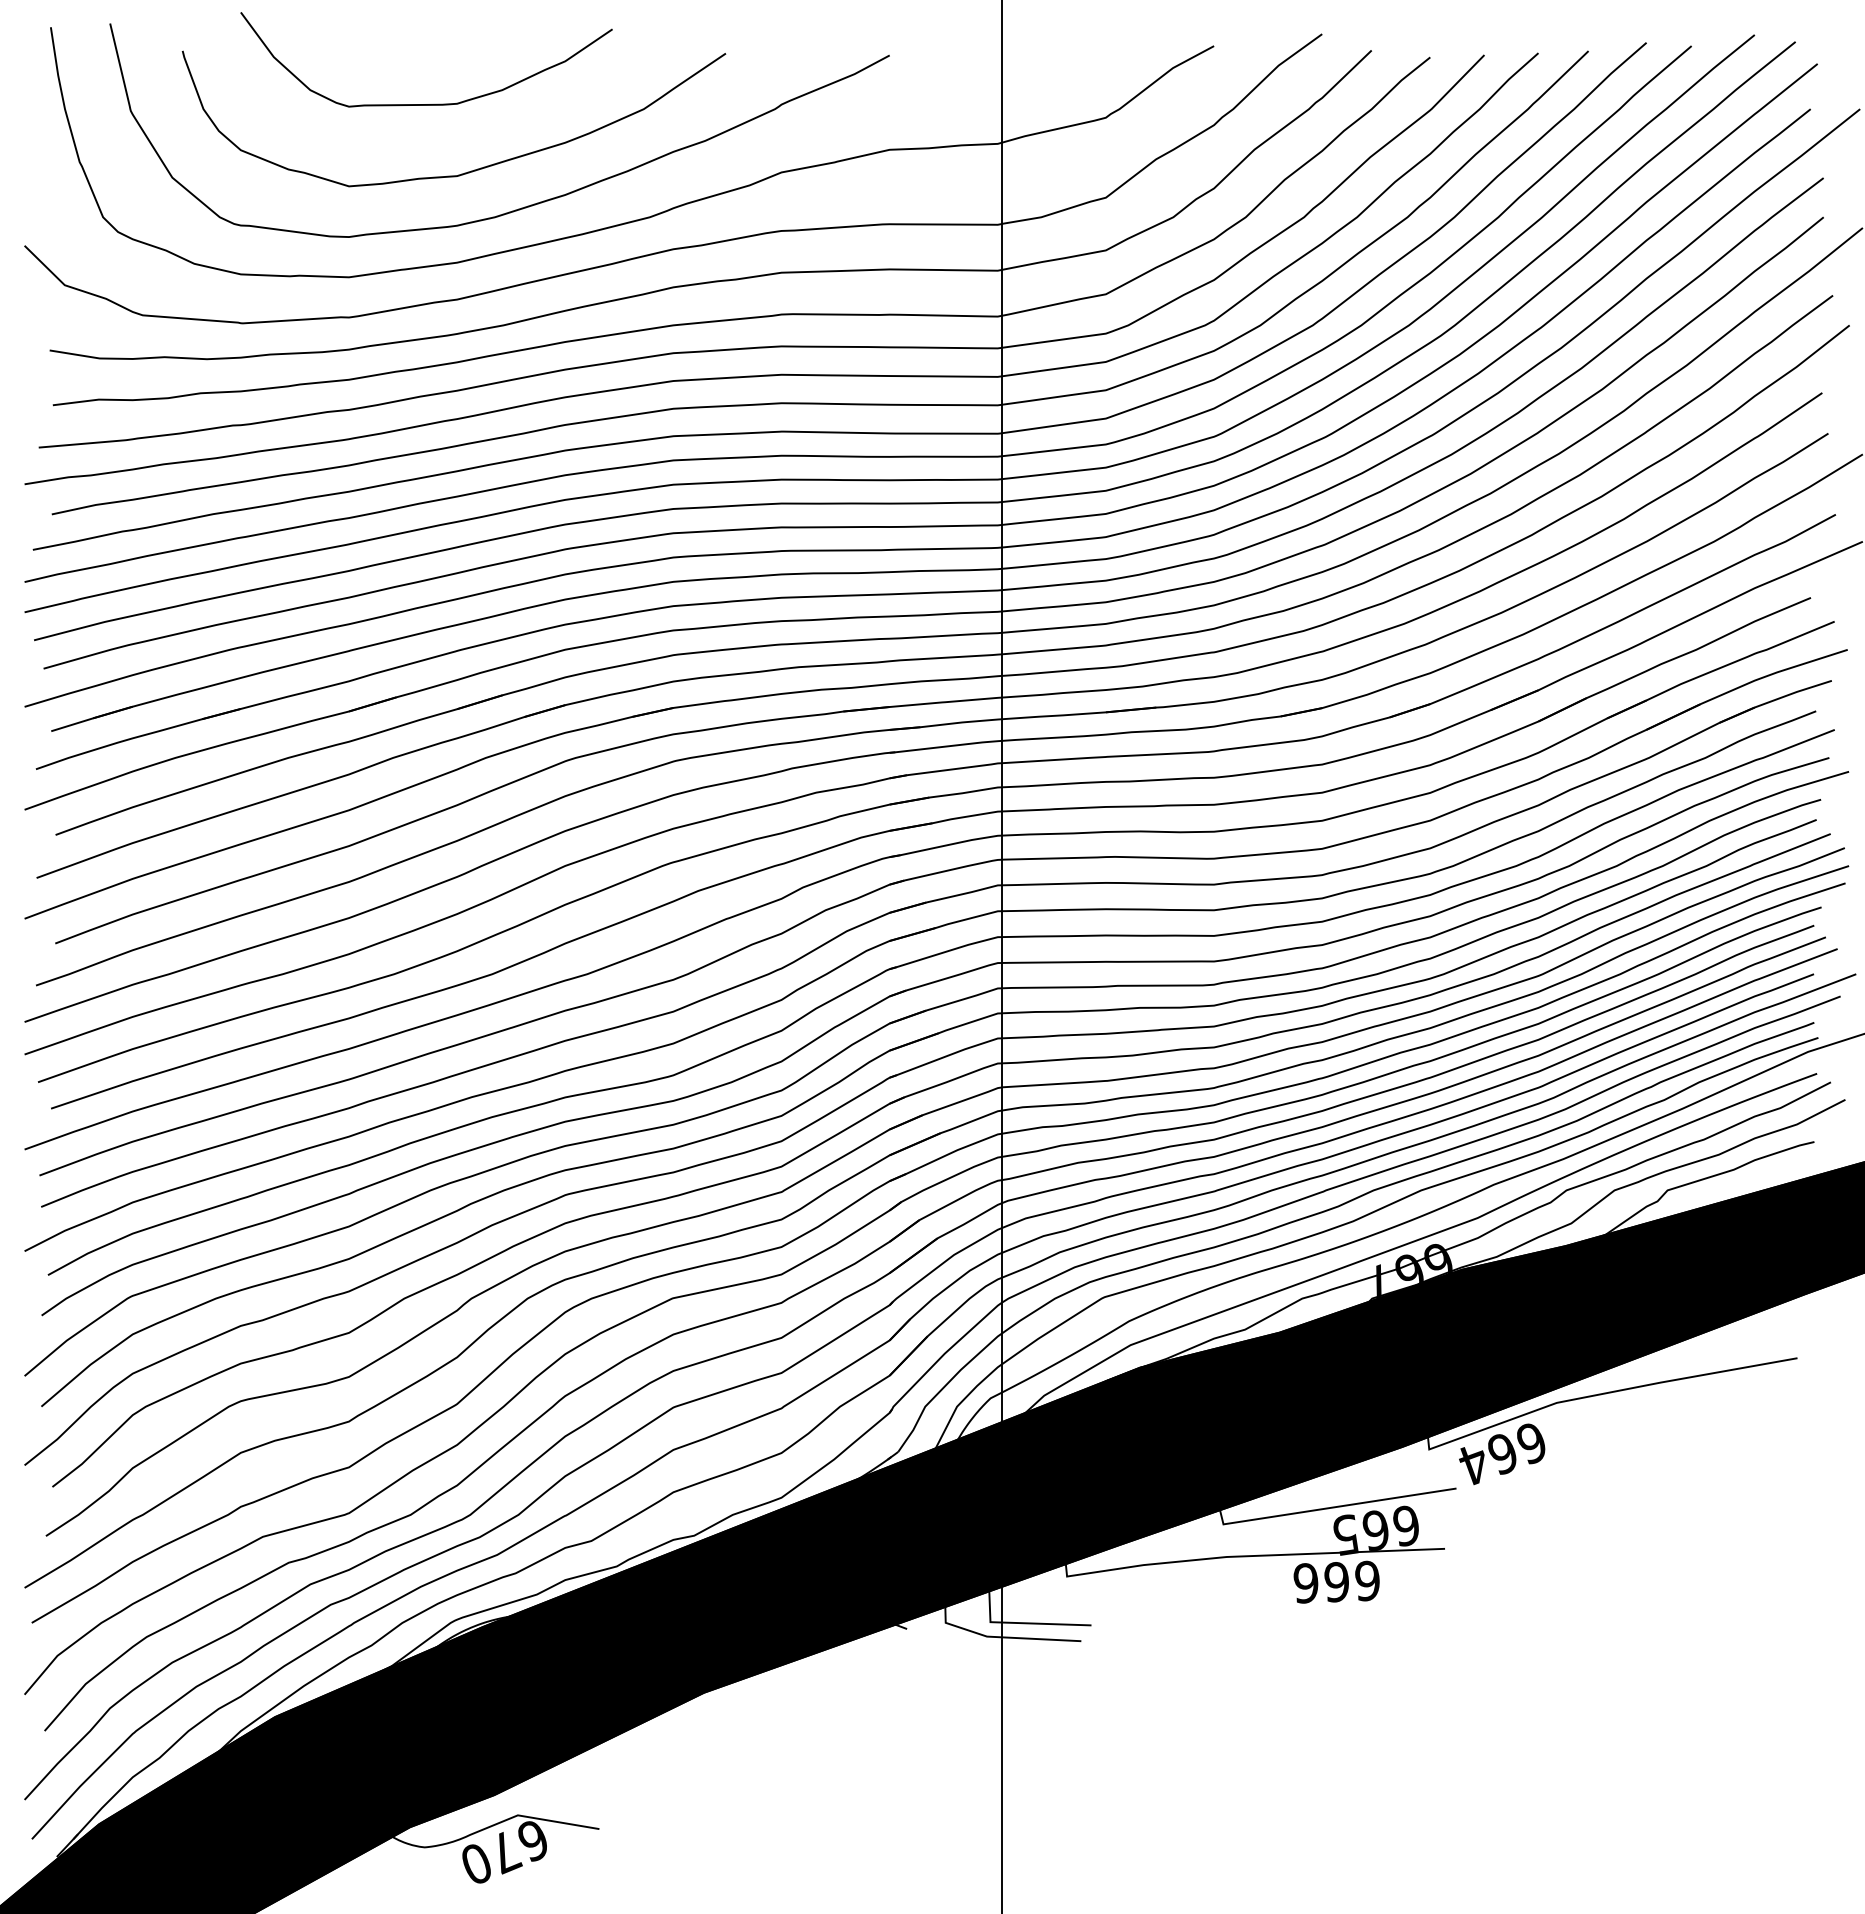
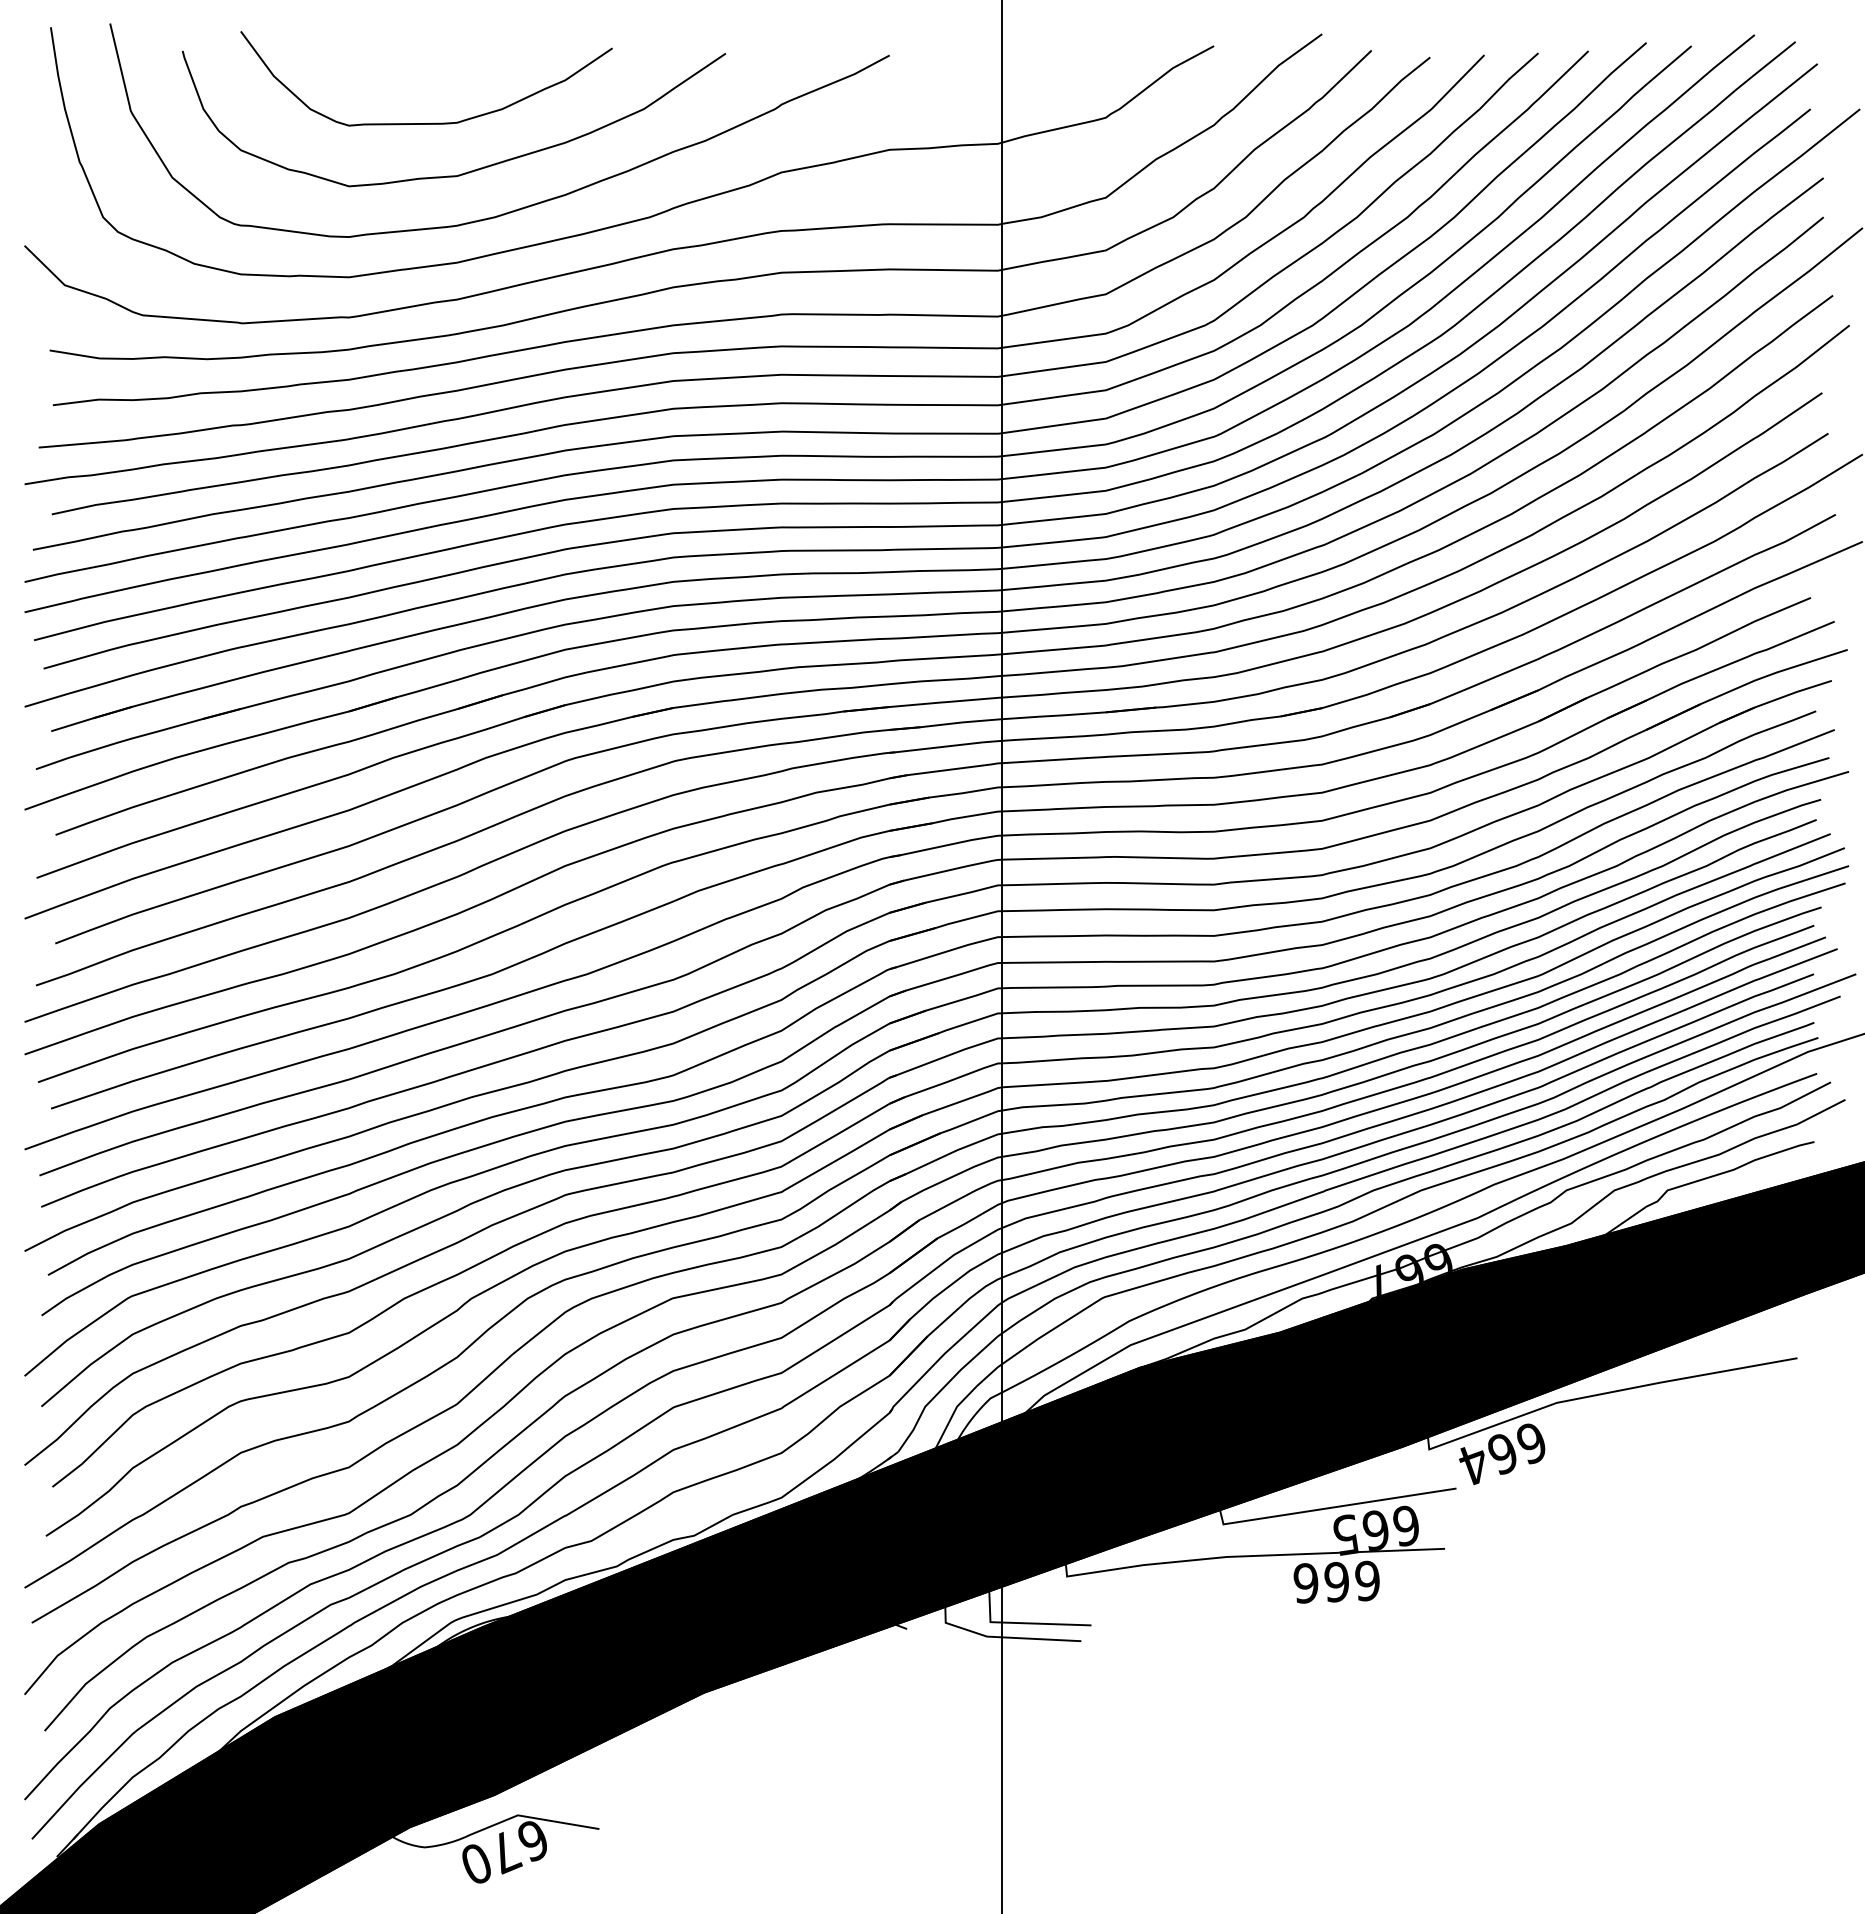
curve at (435, 103) position: (435, 103) -> (435, 122)
